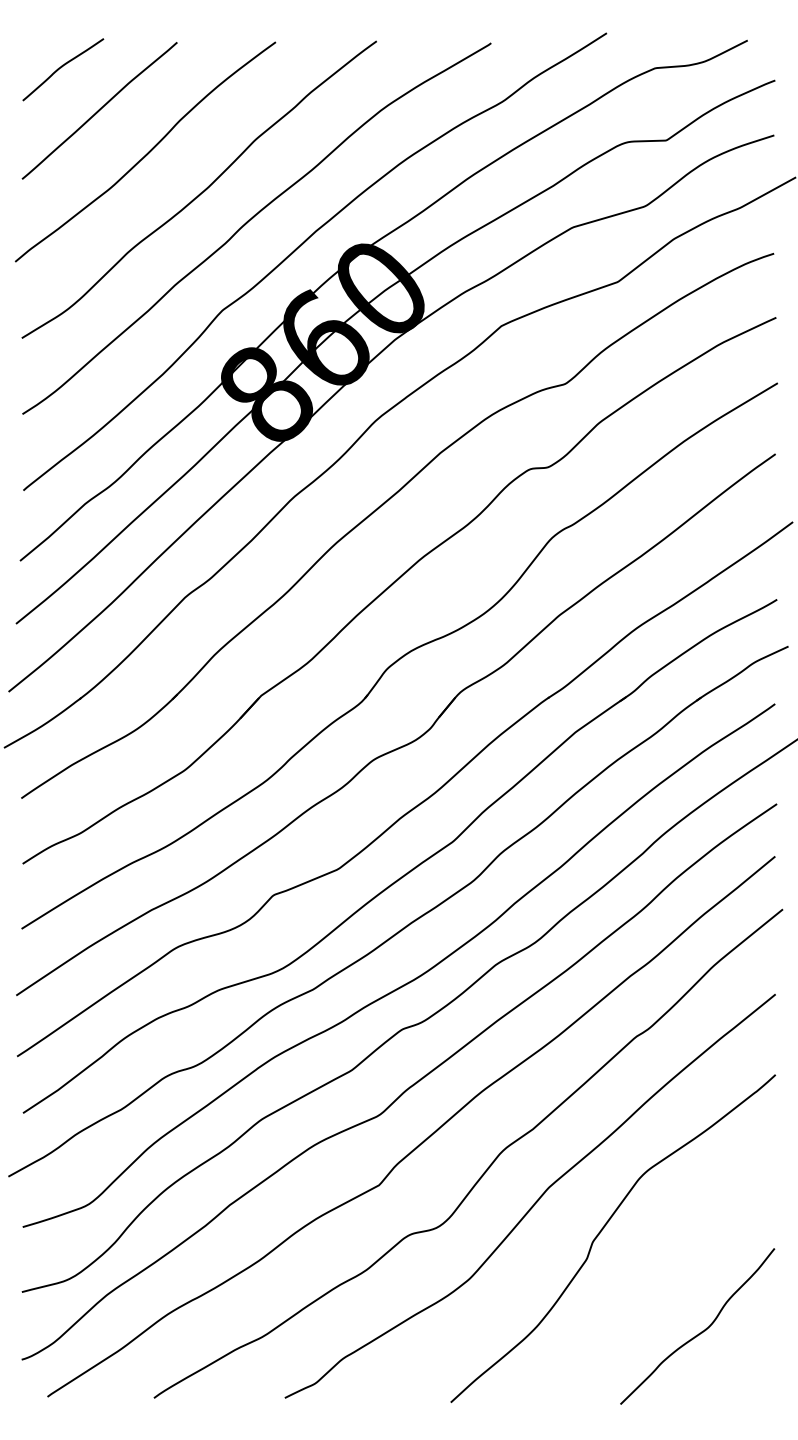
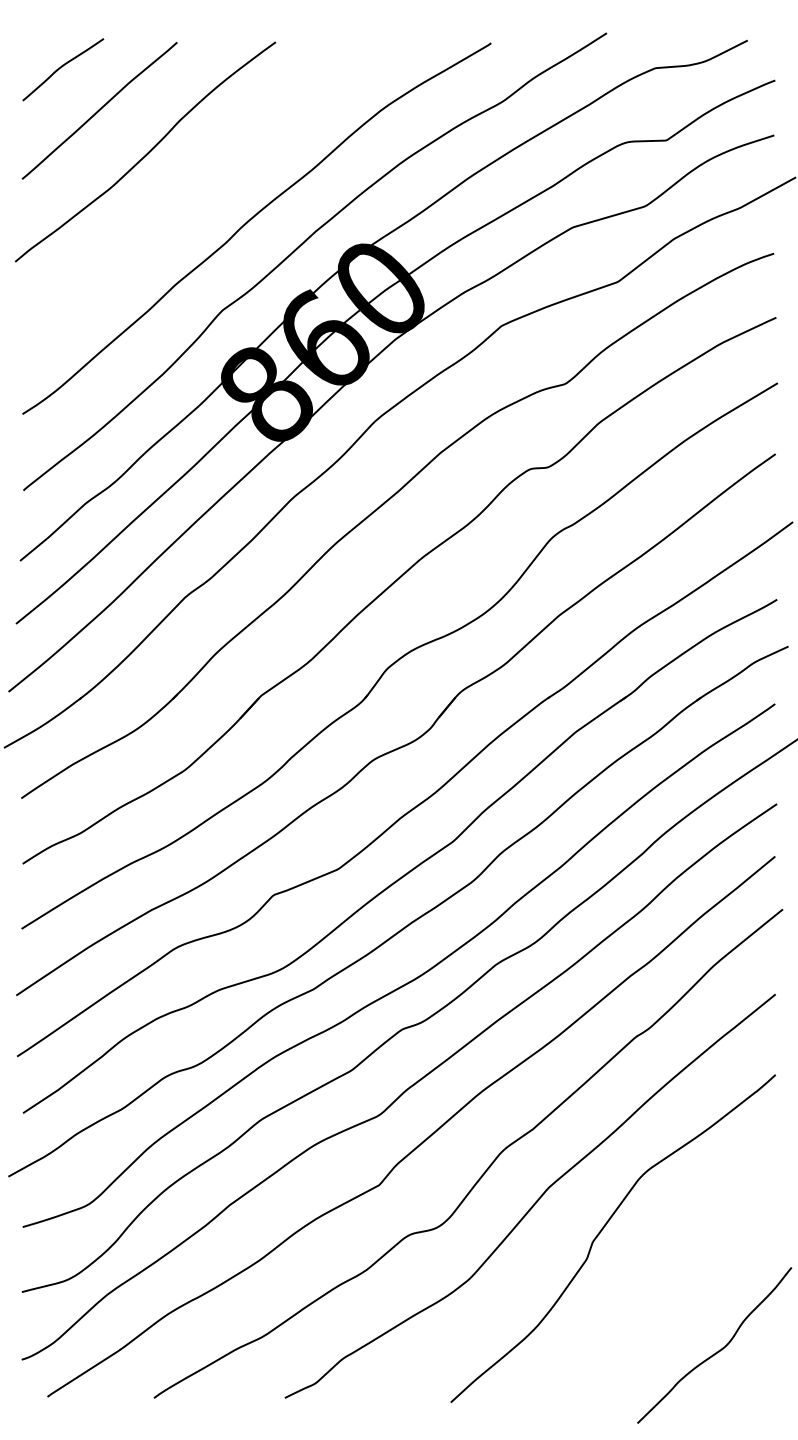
curve at (200, 192): present -> none
curve at (702, 1330) position: (702, 1330) -> (719, 1349)
